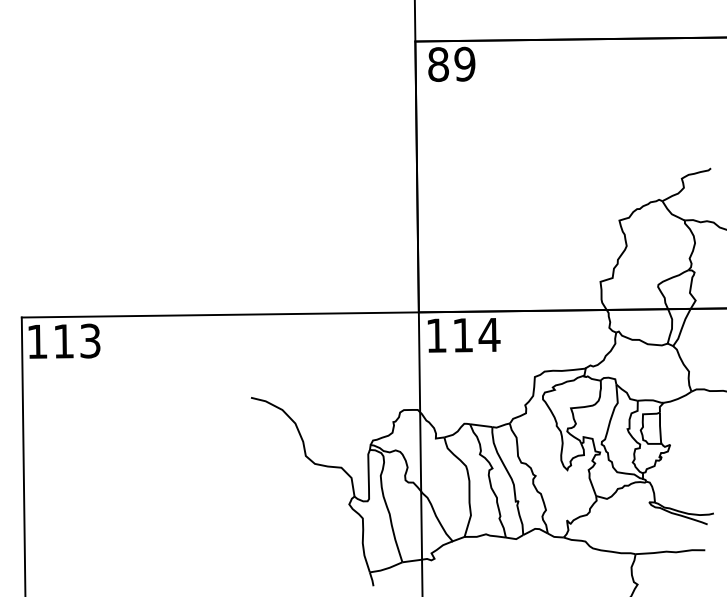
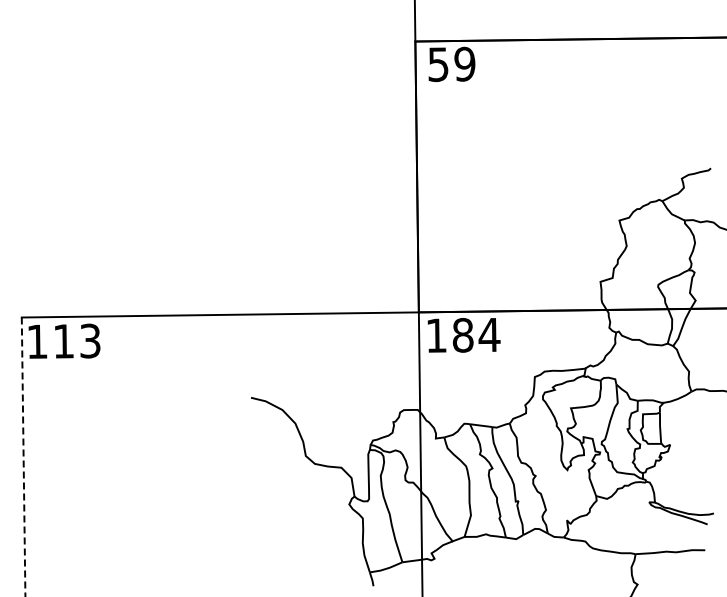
text at (438, 64): 89 -> 59
text at (462, 335): 114 -> 184
line at (23, 457): solid -> dashed
